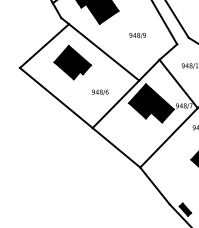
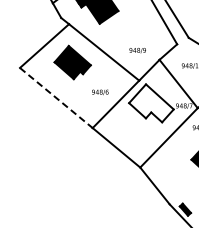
text at (137, 35) position: (137, 35) -> (137, 50)
line at (56, 98): solid -> dashed
fill at (151, 103): present -> none
